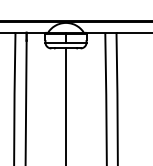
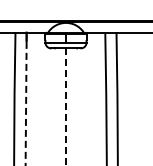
line at (26, 102): solid -> dashed
line at (65, 107): solid -> dashed
